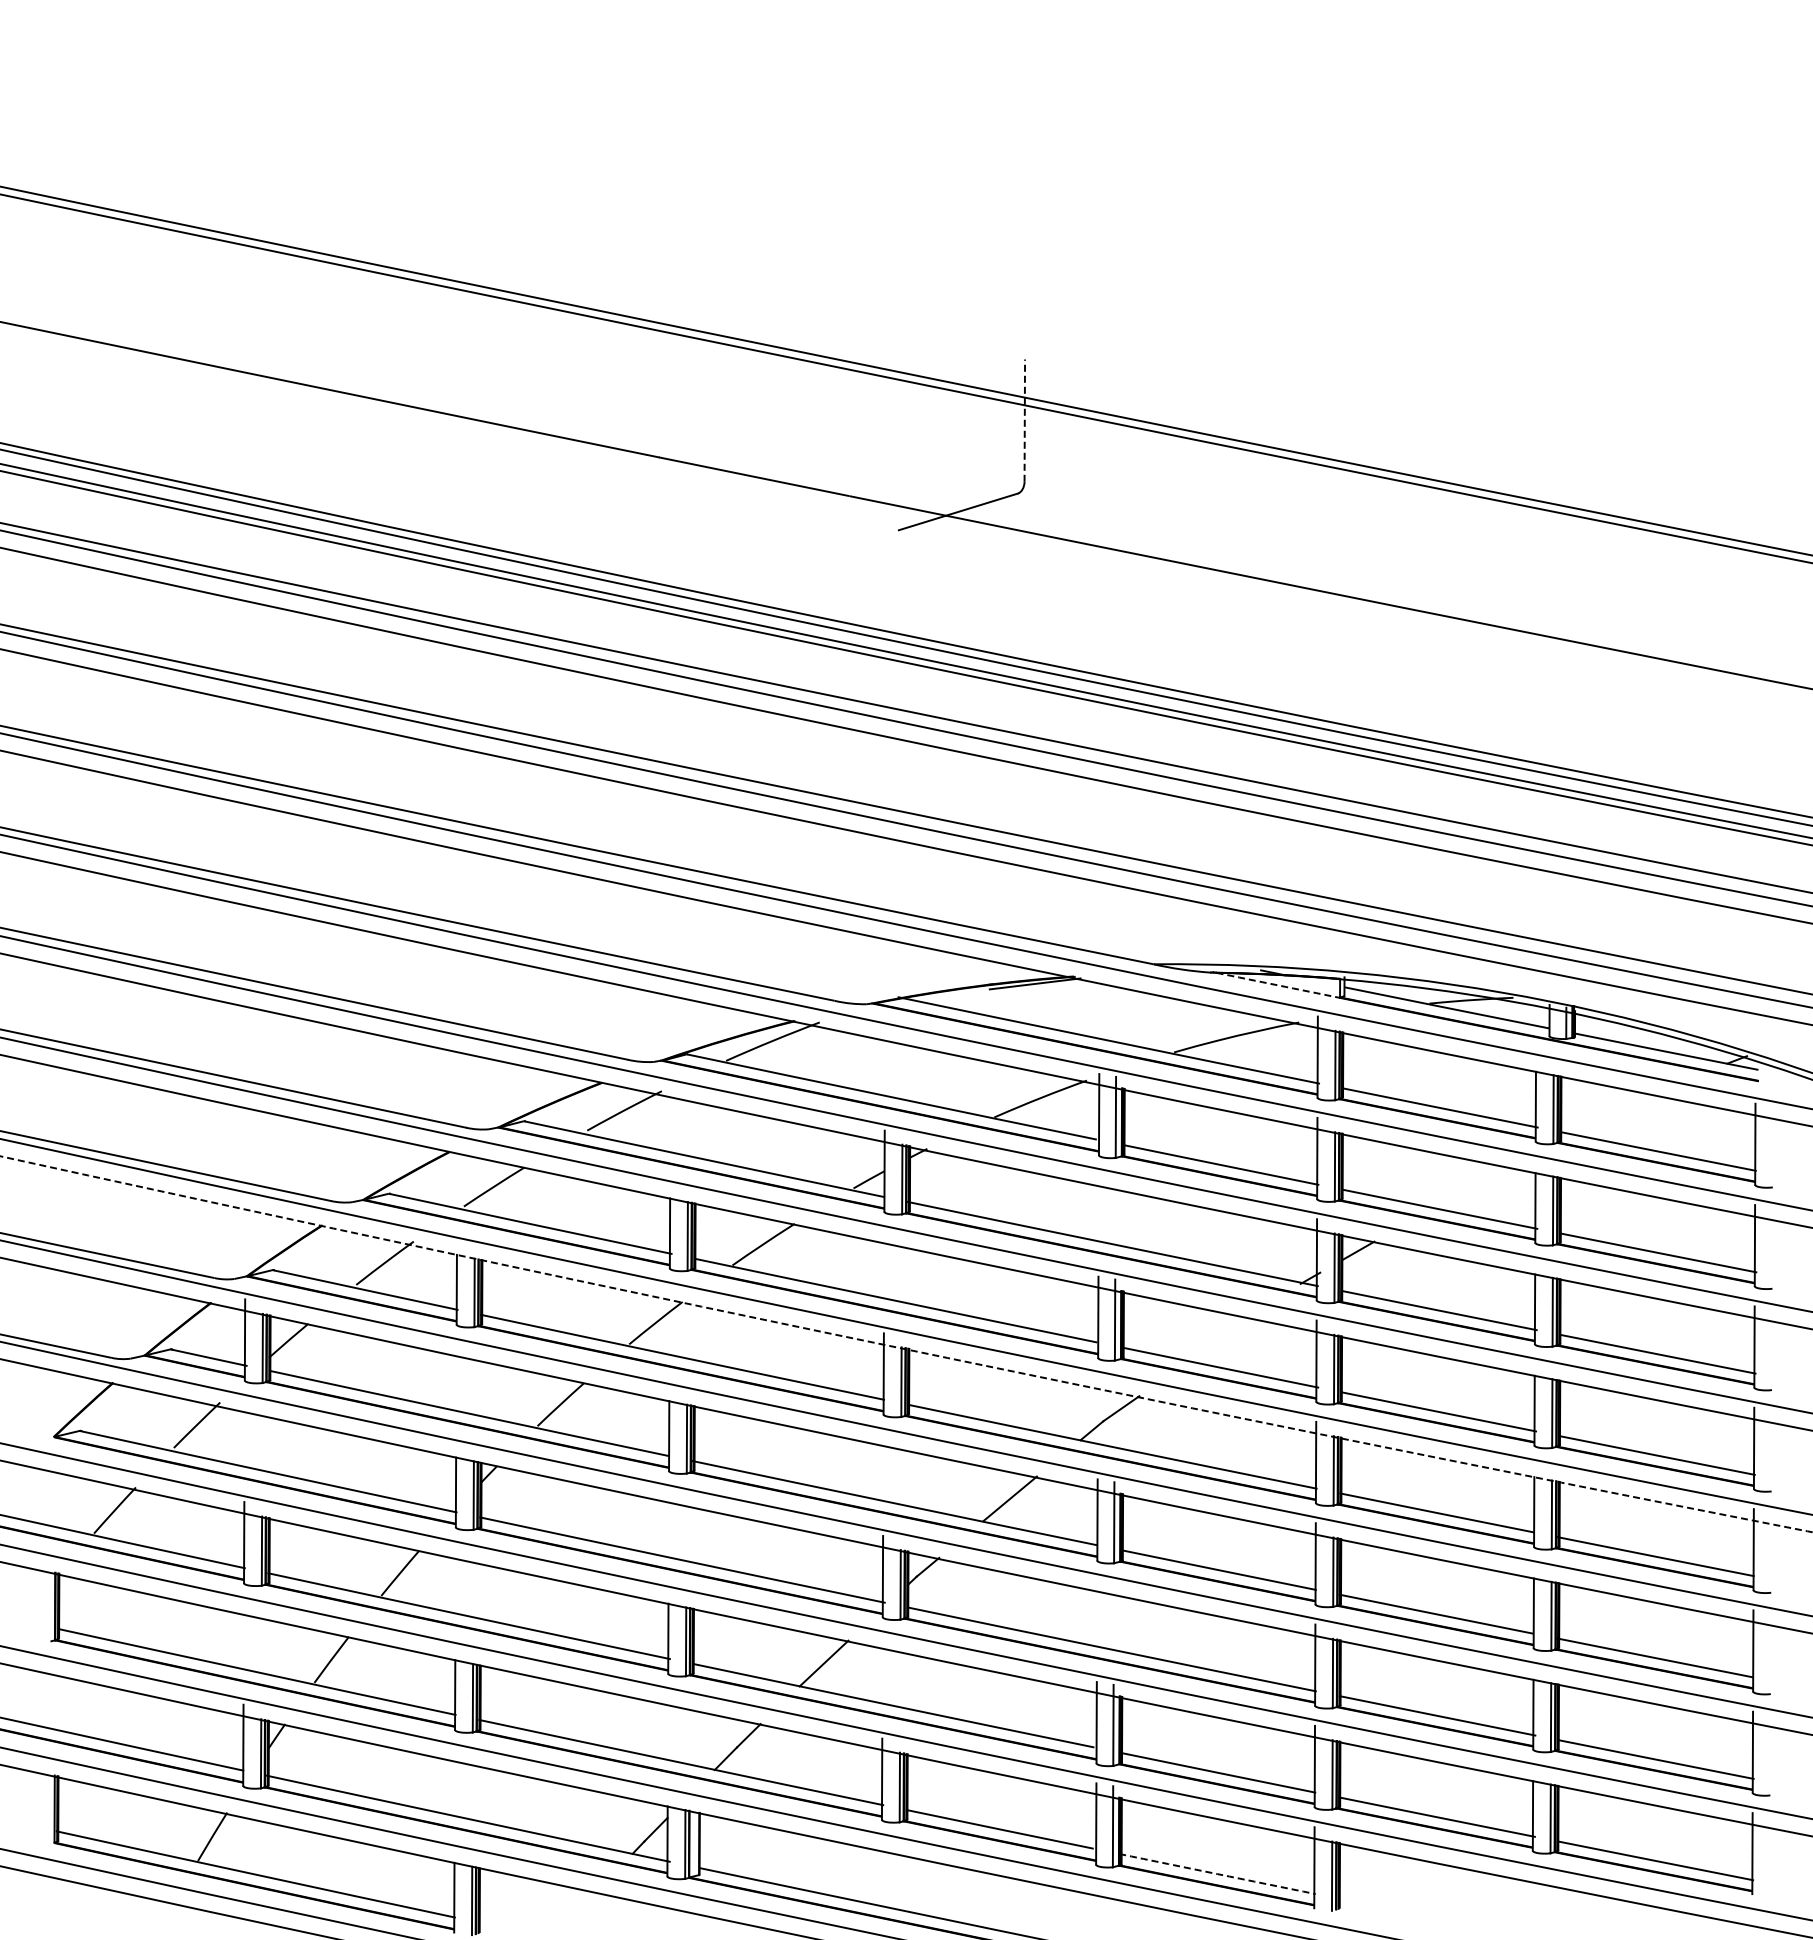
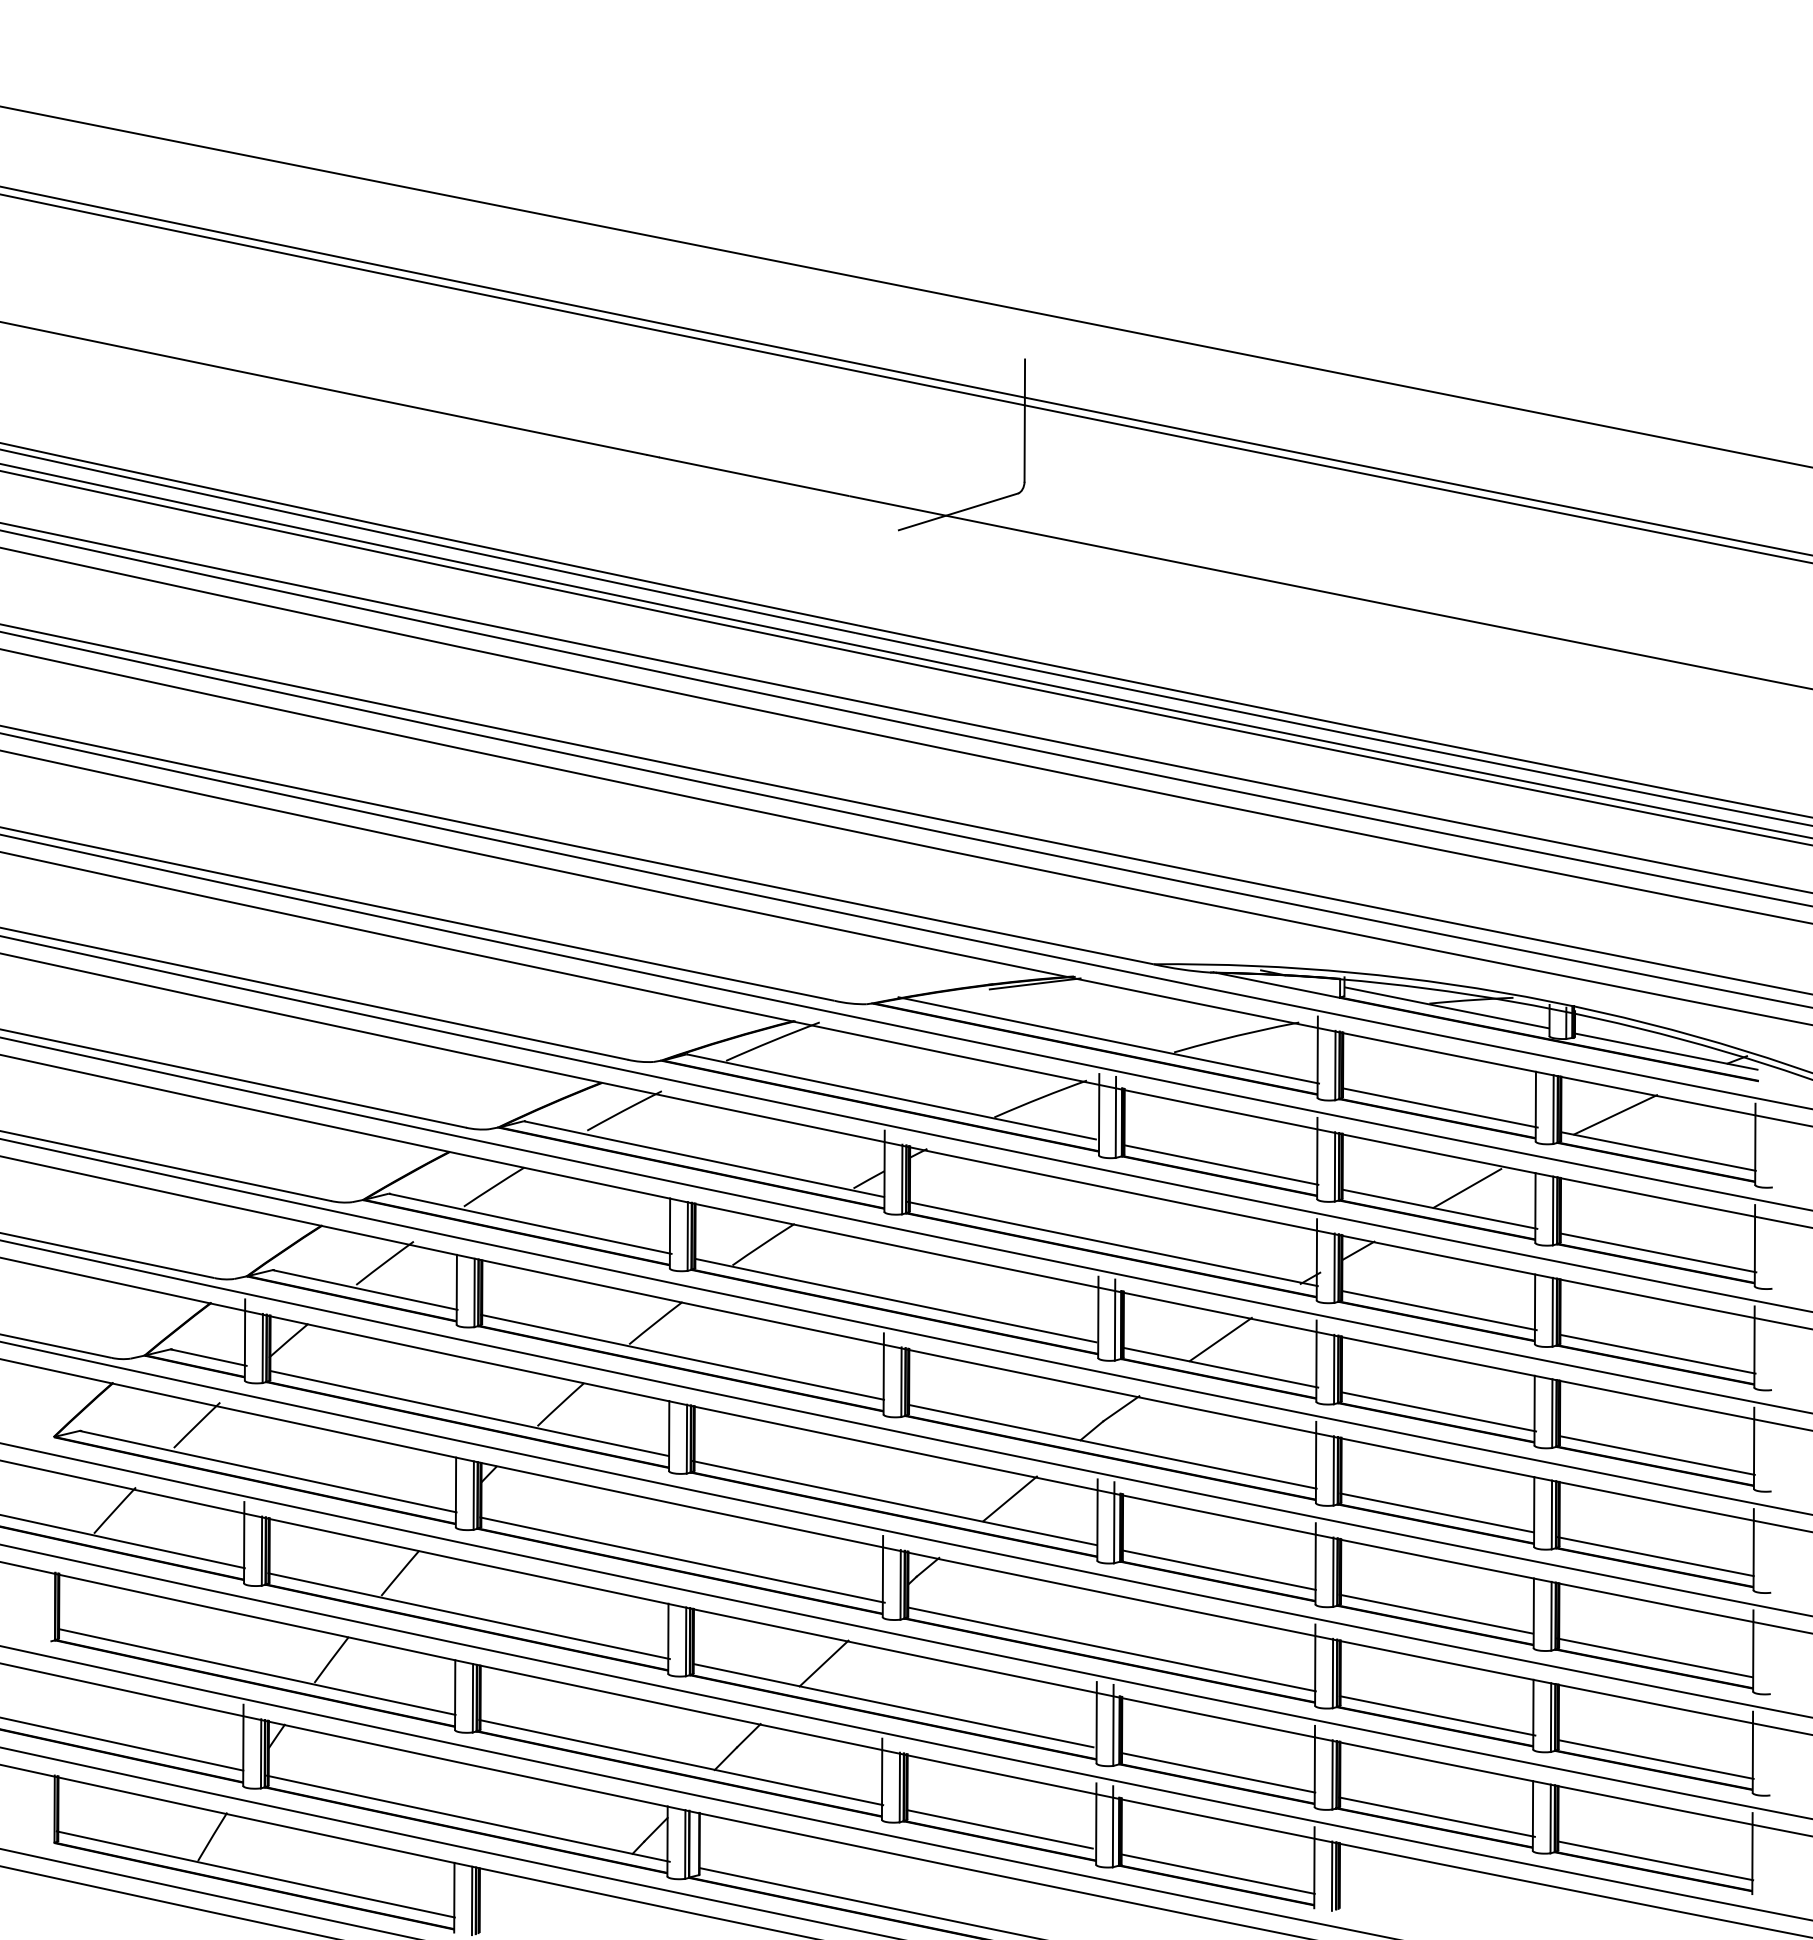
line at (905, 286): none -> present
line at (1024, 420): dashed -> solid
arc at (1278, 985): dashed -> solid
line at (1615, 1114): none -> present
line at (1467, 1188): none -> present
line at (1220, 1339): none -> present
arc at (905, 1349): dashed -> solid
arc at (1217, 1874): dashed -> solid
